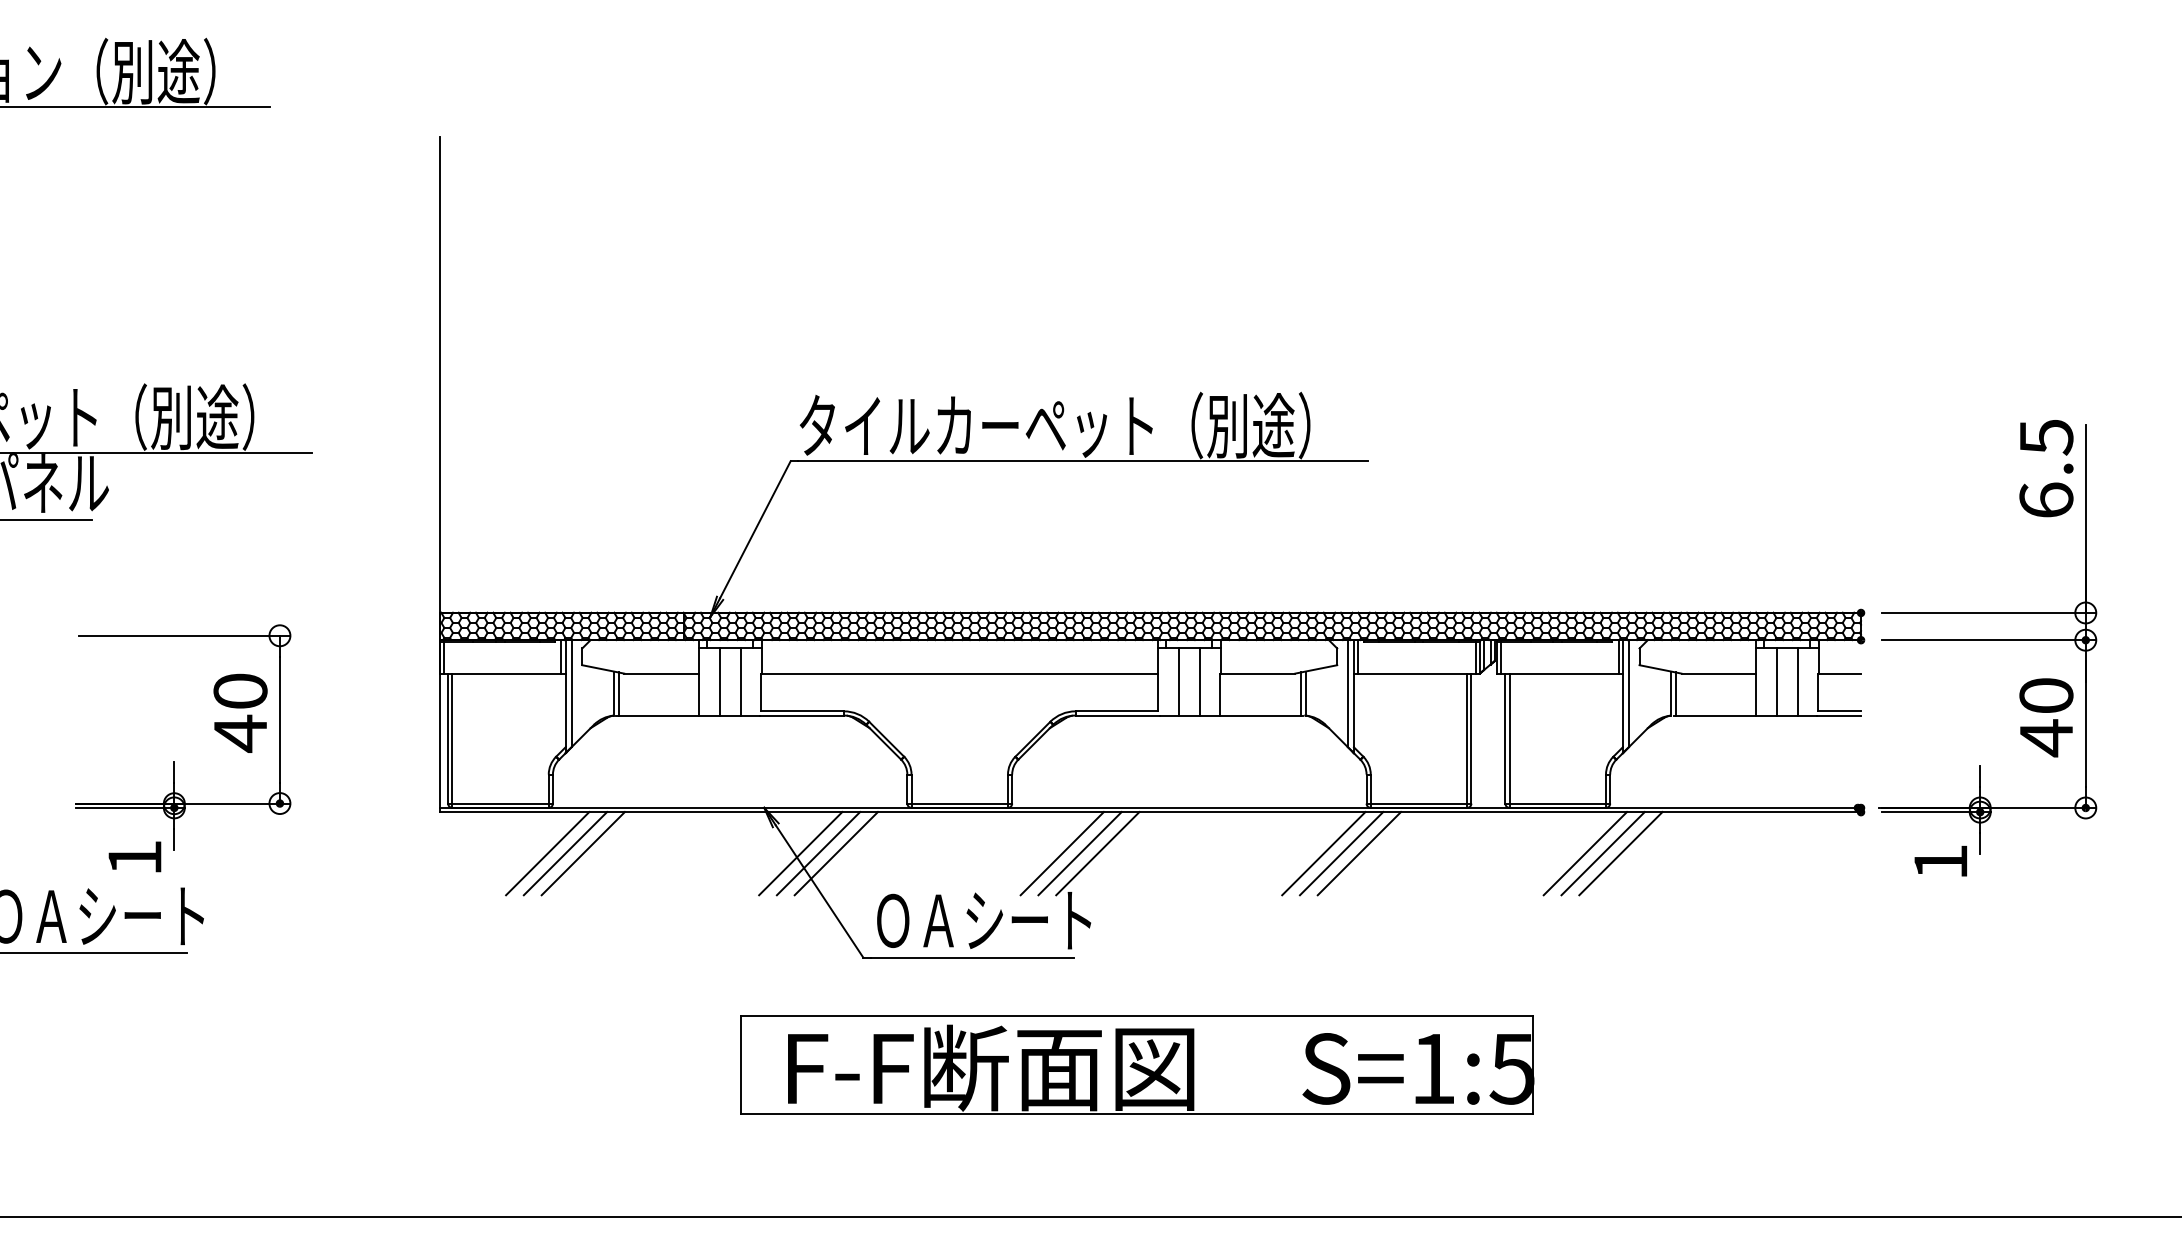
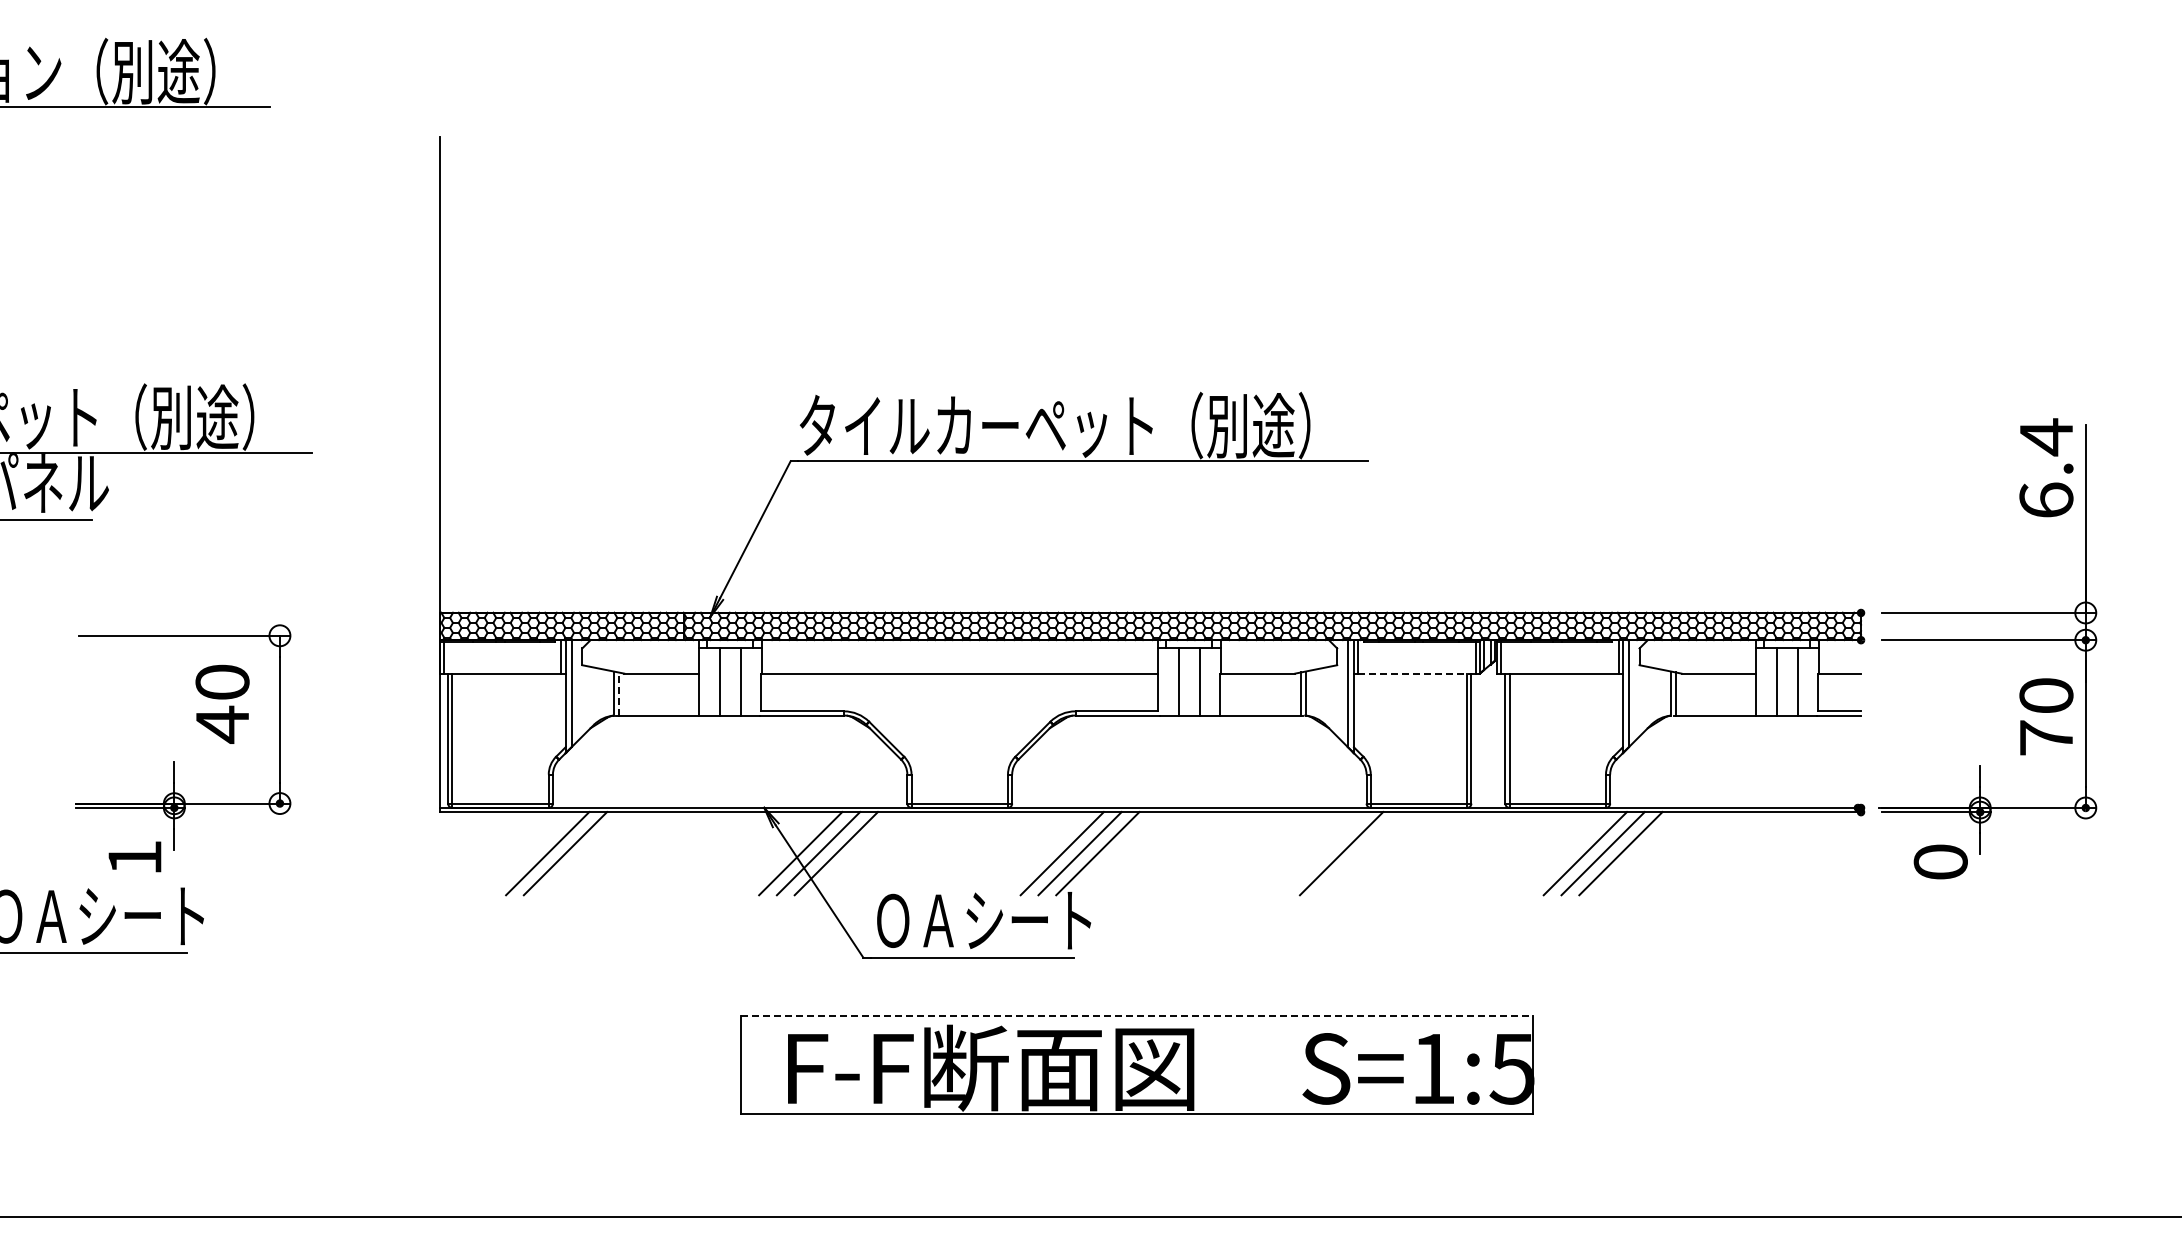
text at (2046, 437): 6.5 -> 6.4
line at (1416, 673): solid -> dashed
line at (618, 694): solid -> dashed
text at (240, 712) position: (240, 712) -> (222, 703)
text at (2046, 738): 40 -> 70
line at (582, 853): present -> none
line at (1323, 853): present -> none
line at (1359, 853): present -> none
text at (1940, 861): 1 -> 0
line at (1136, 1016): solid -> dashed
